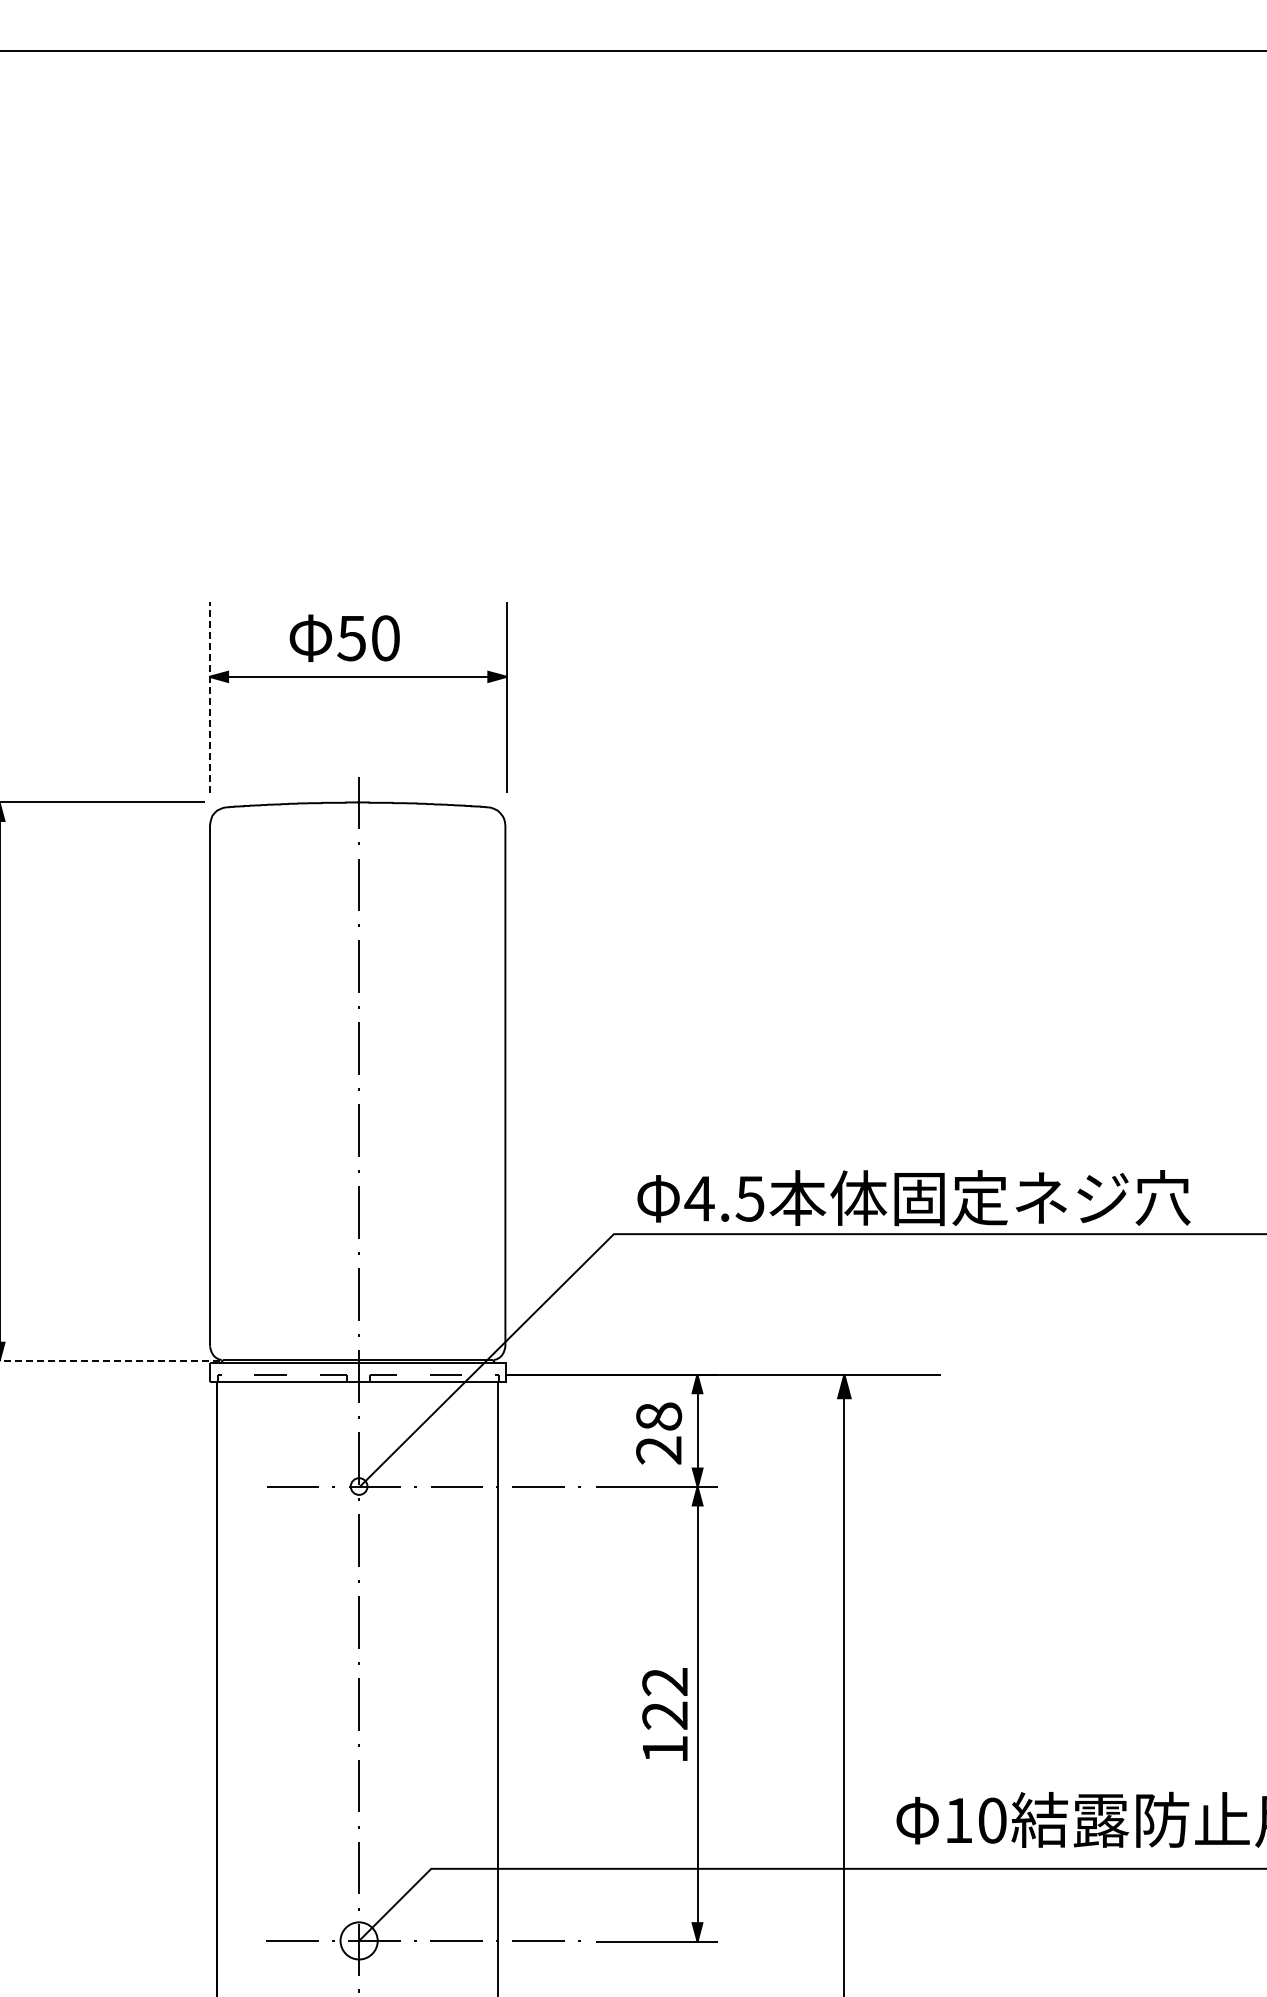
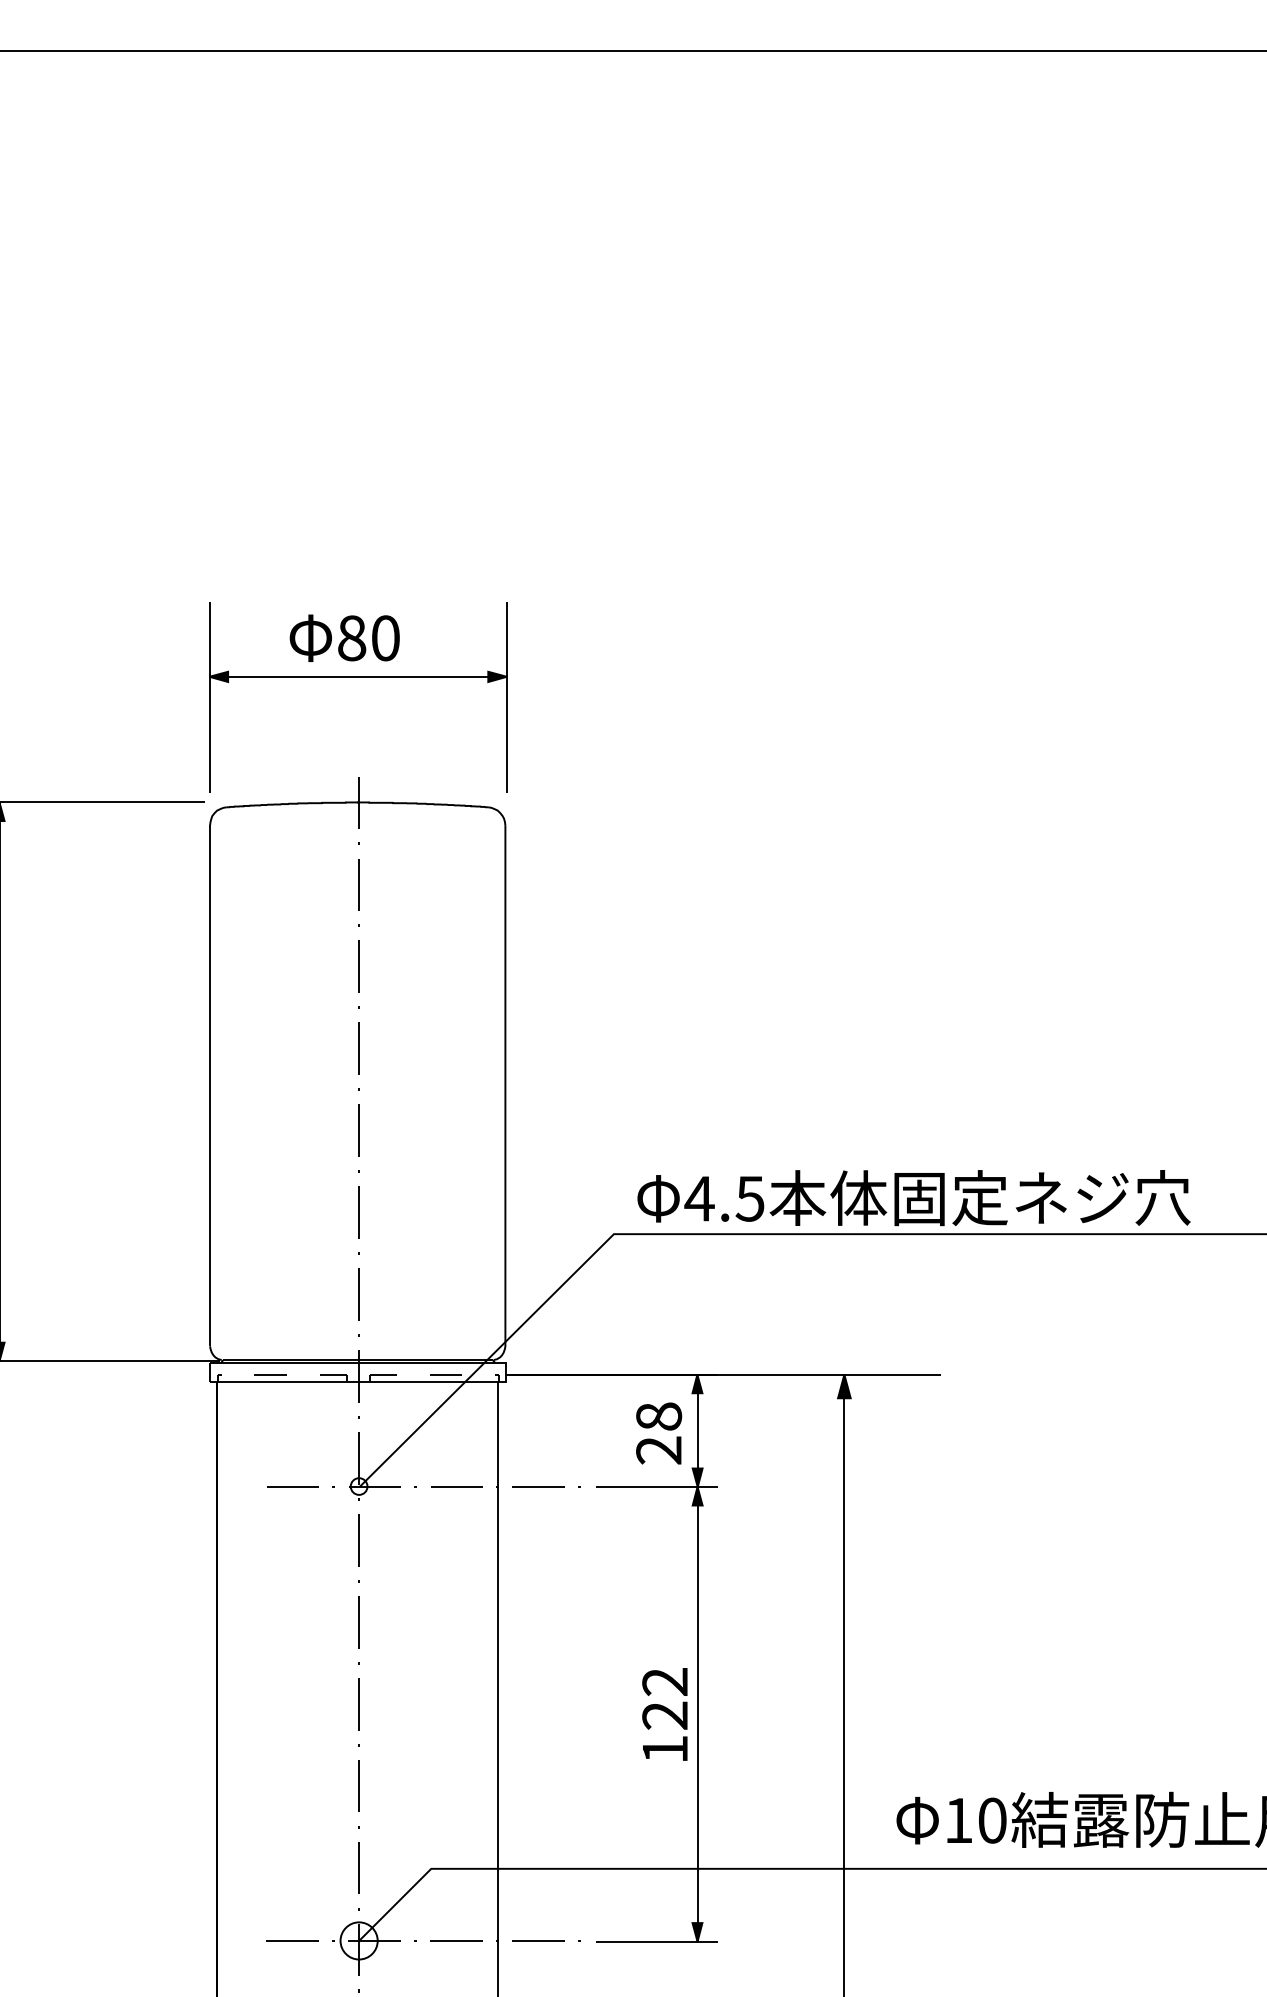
text at (351, 638): 50 -> 80
line at (209, 697): dashed -> solid
line at (109, 1360): dashed -> solid
